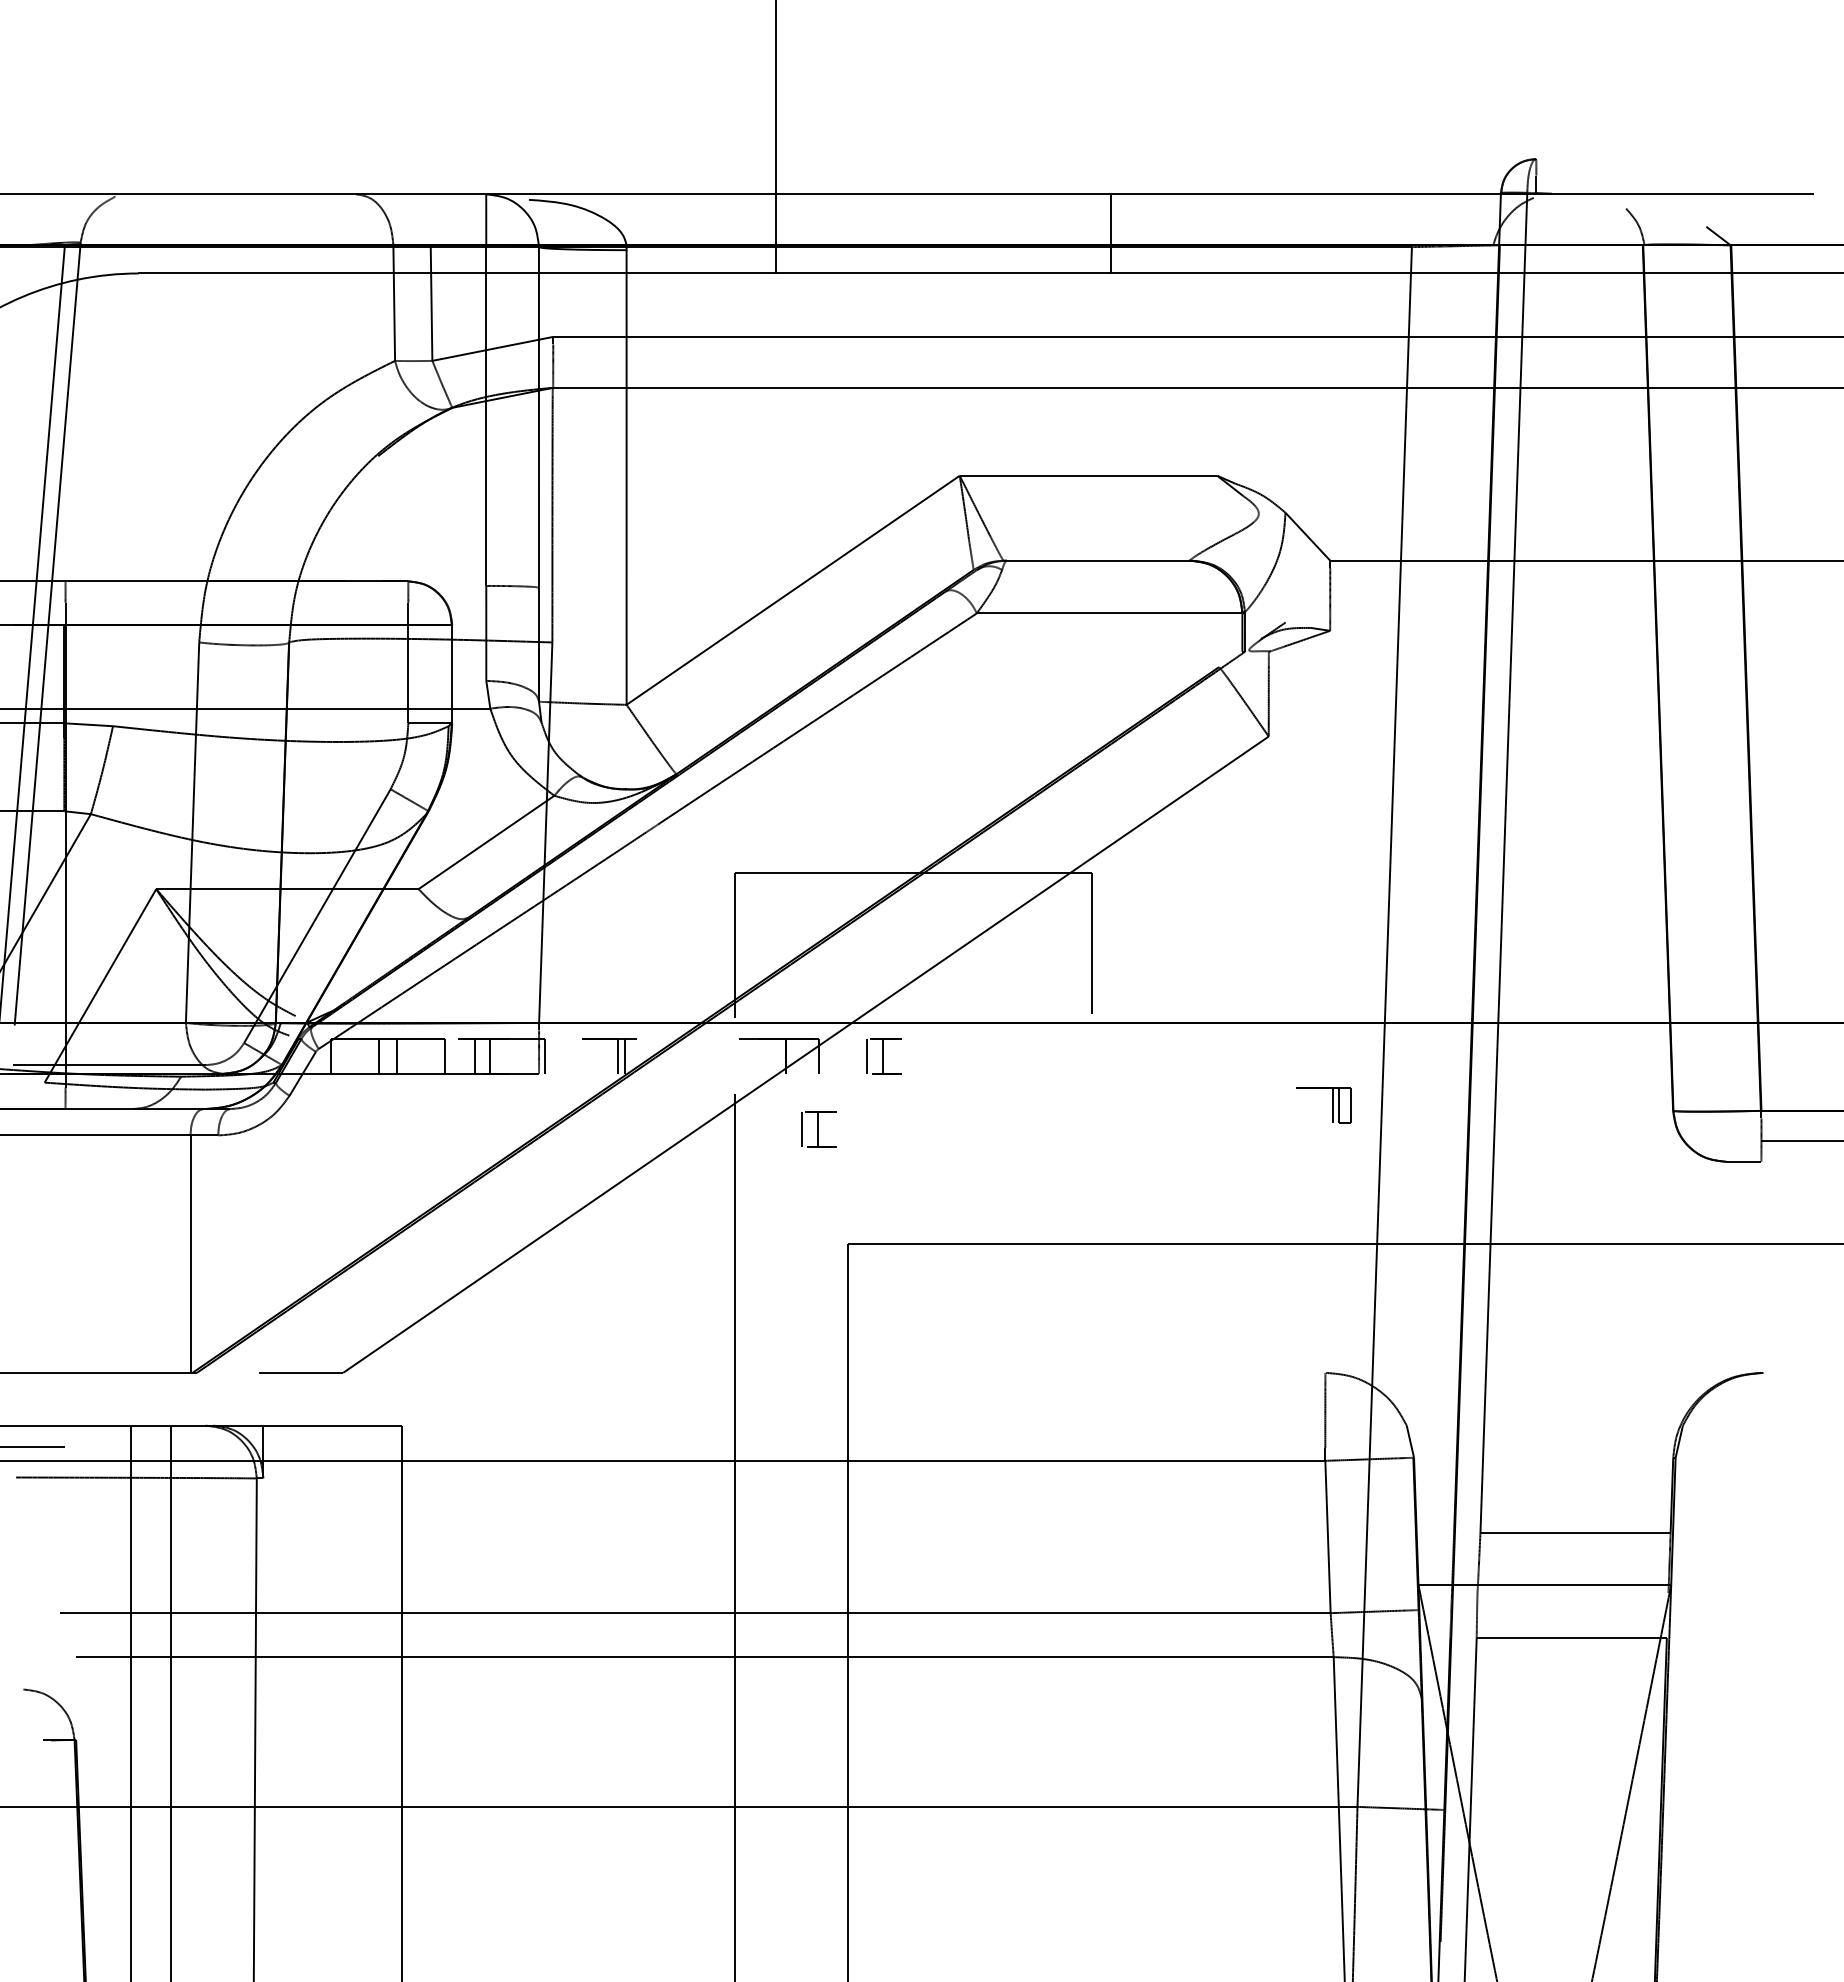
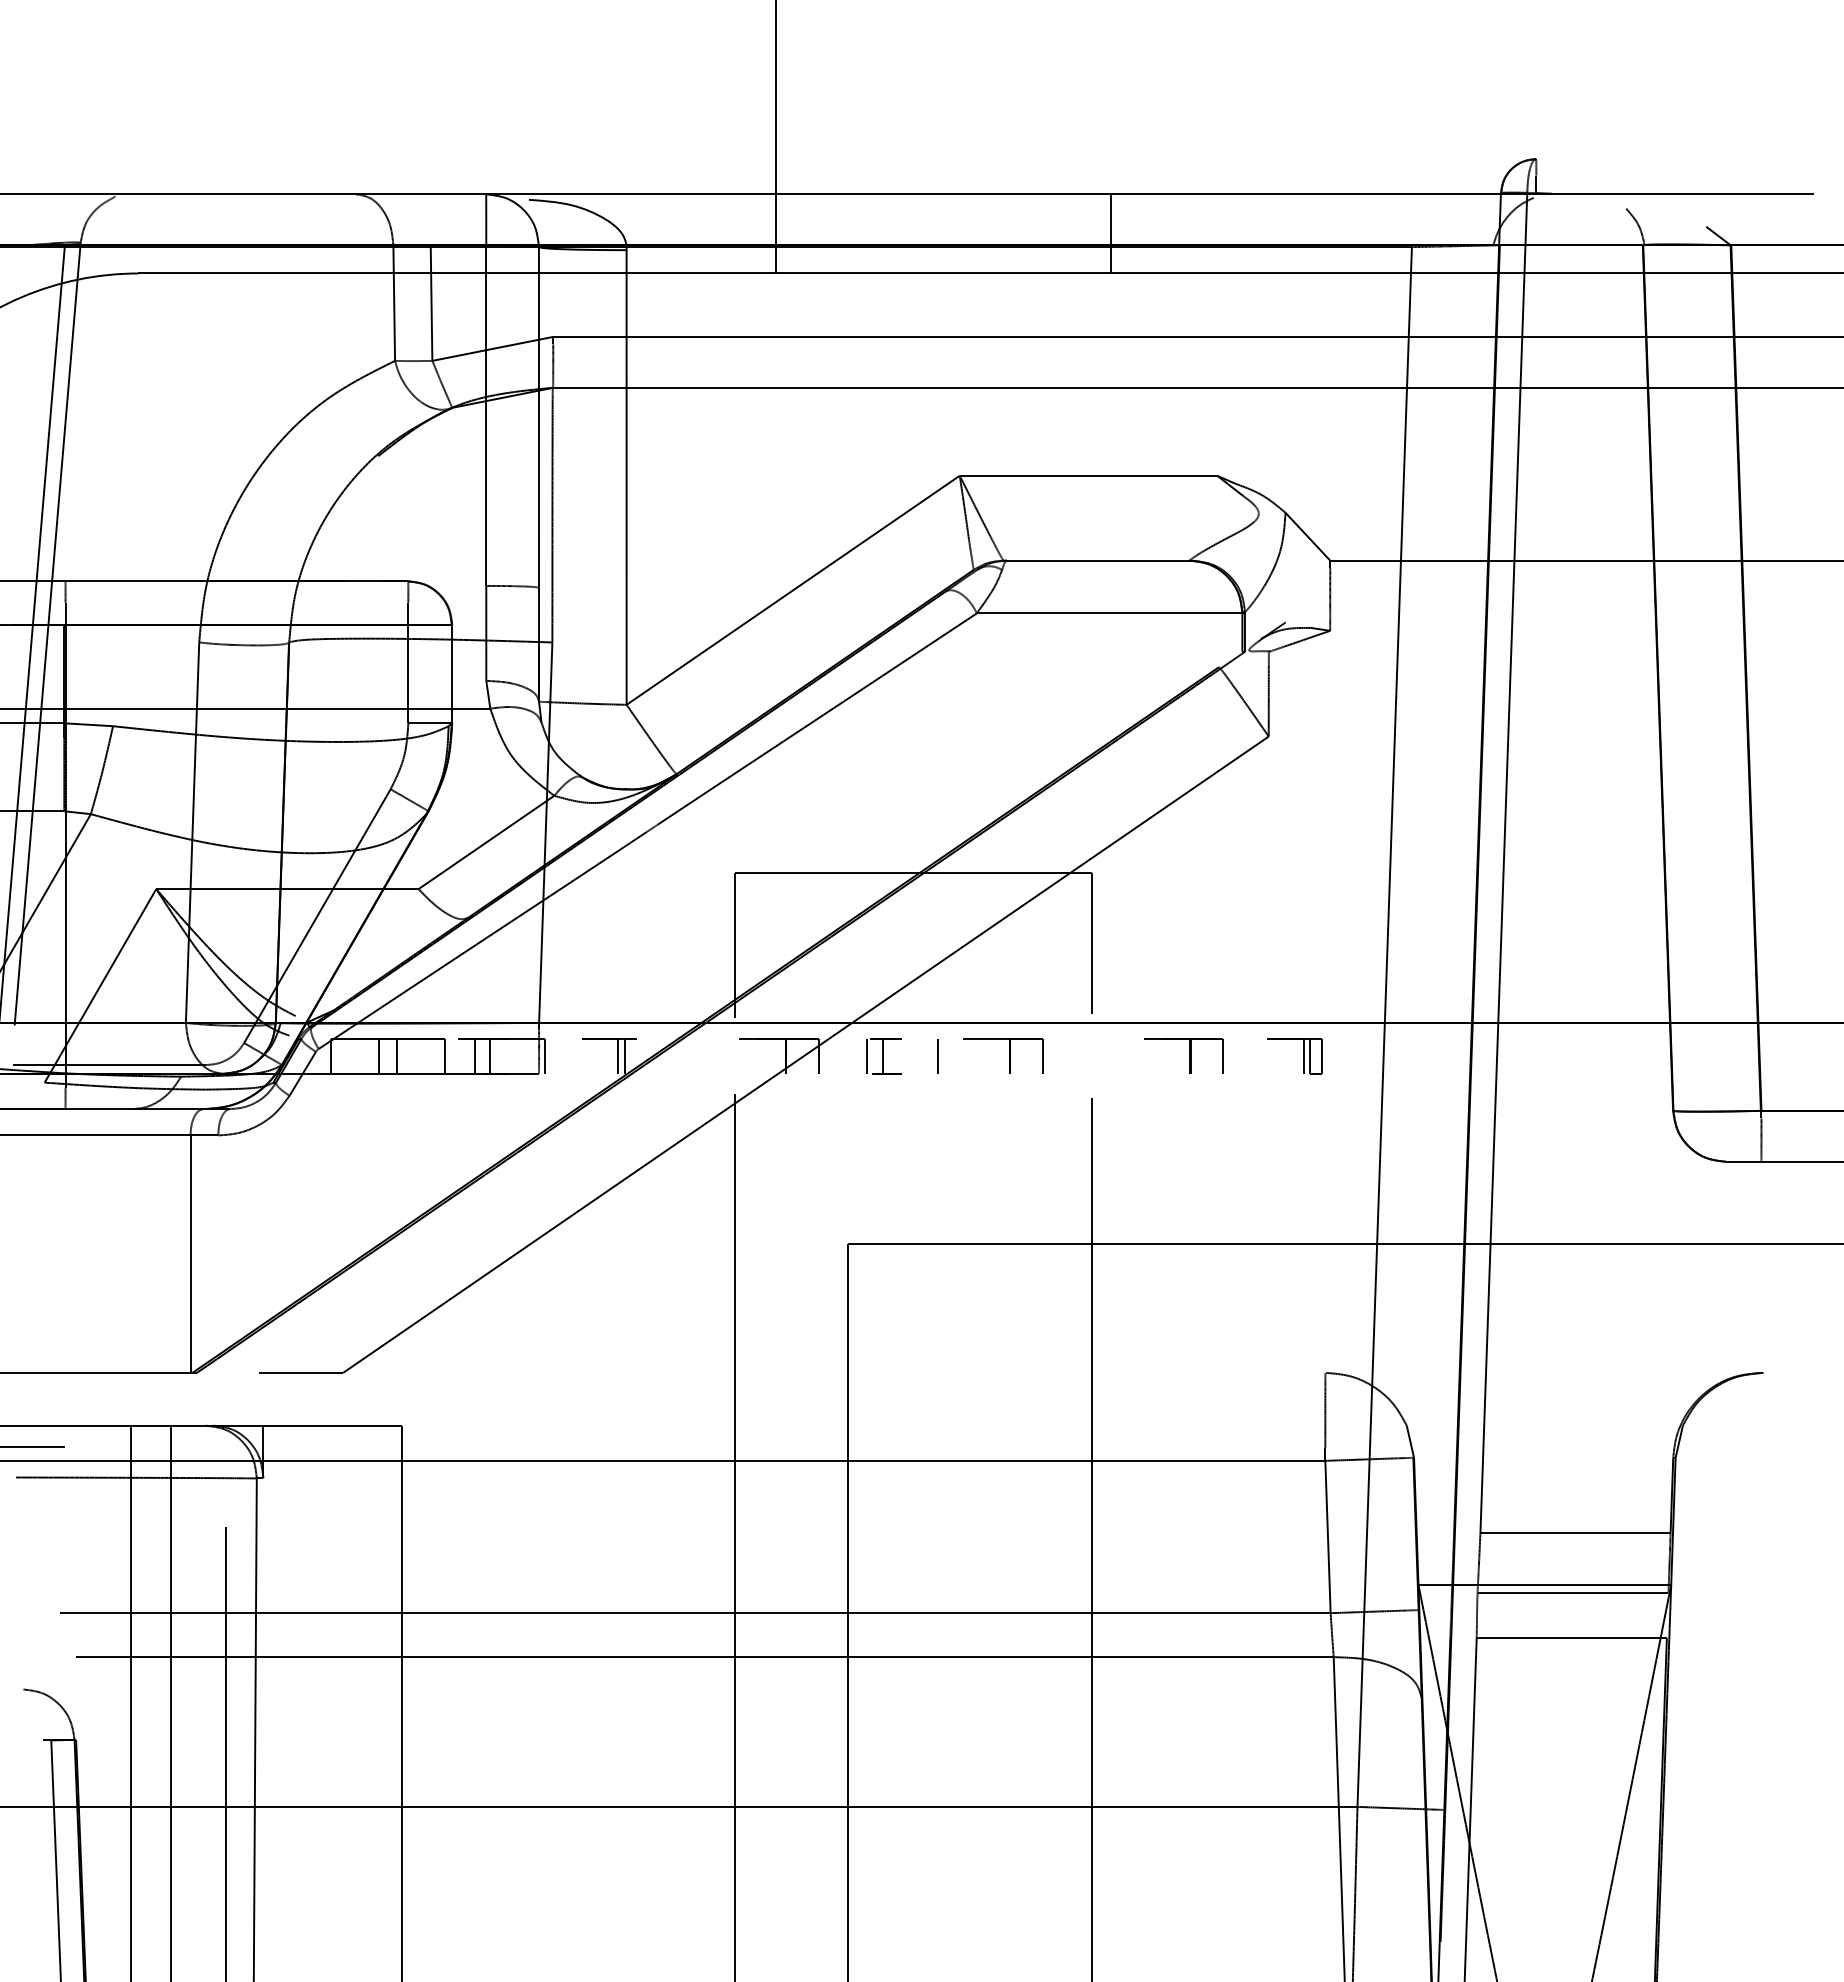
part at (1003, 1055): none -> present
part at (1183, 1055): none -> present
line at (937, 1056): none -> present
part at (1332, 1105) position: (1332, 1105) -> (1303, 1056)
part at (818, 1129): present -> none
line at (1800, 1140) position: (1800, 1140) -> (1800, 1161)
line at (1091, 1538): none -> present
line at (1572, 1593): none -> present
line at (225, 1752): none -> present
line at (55, 1859): none -> present
